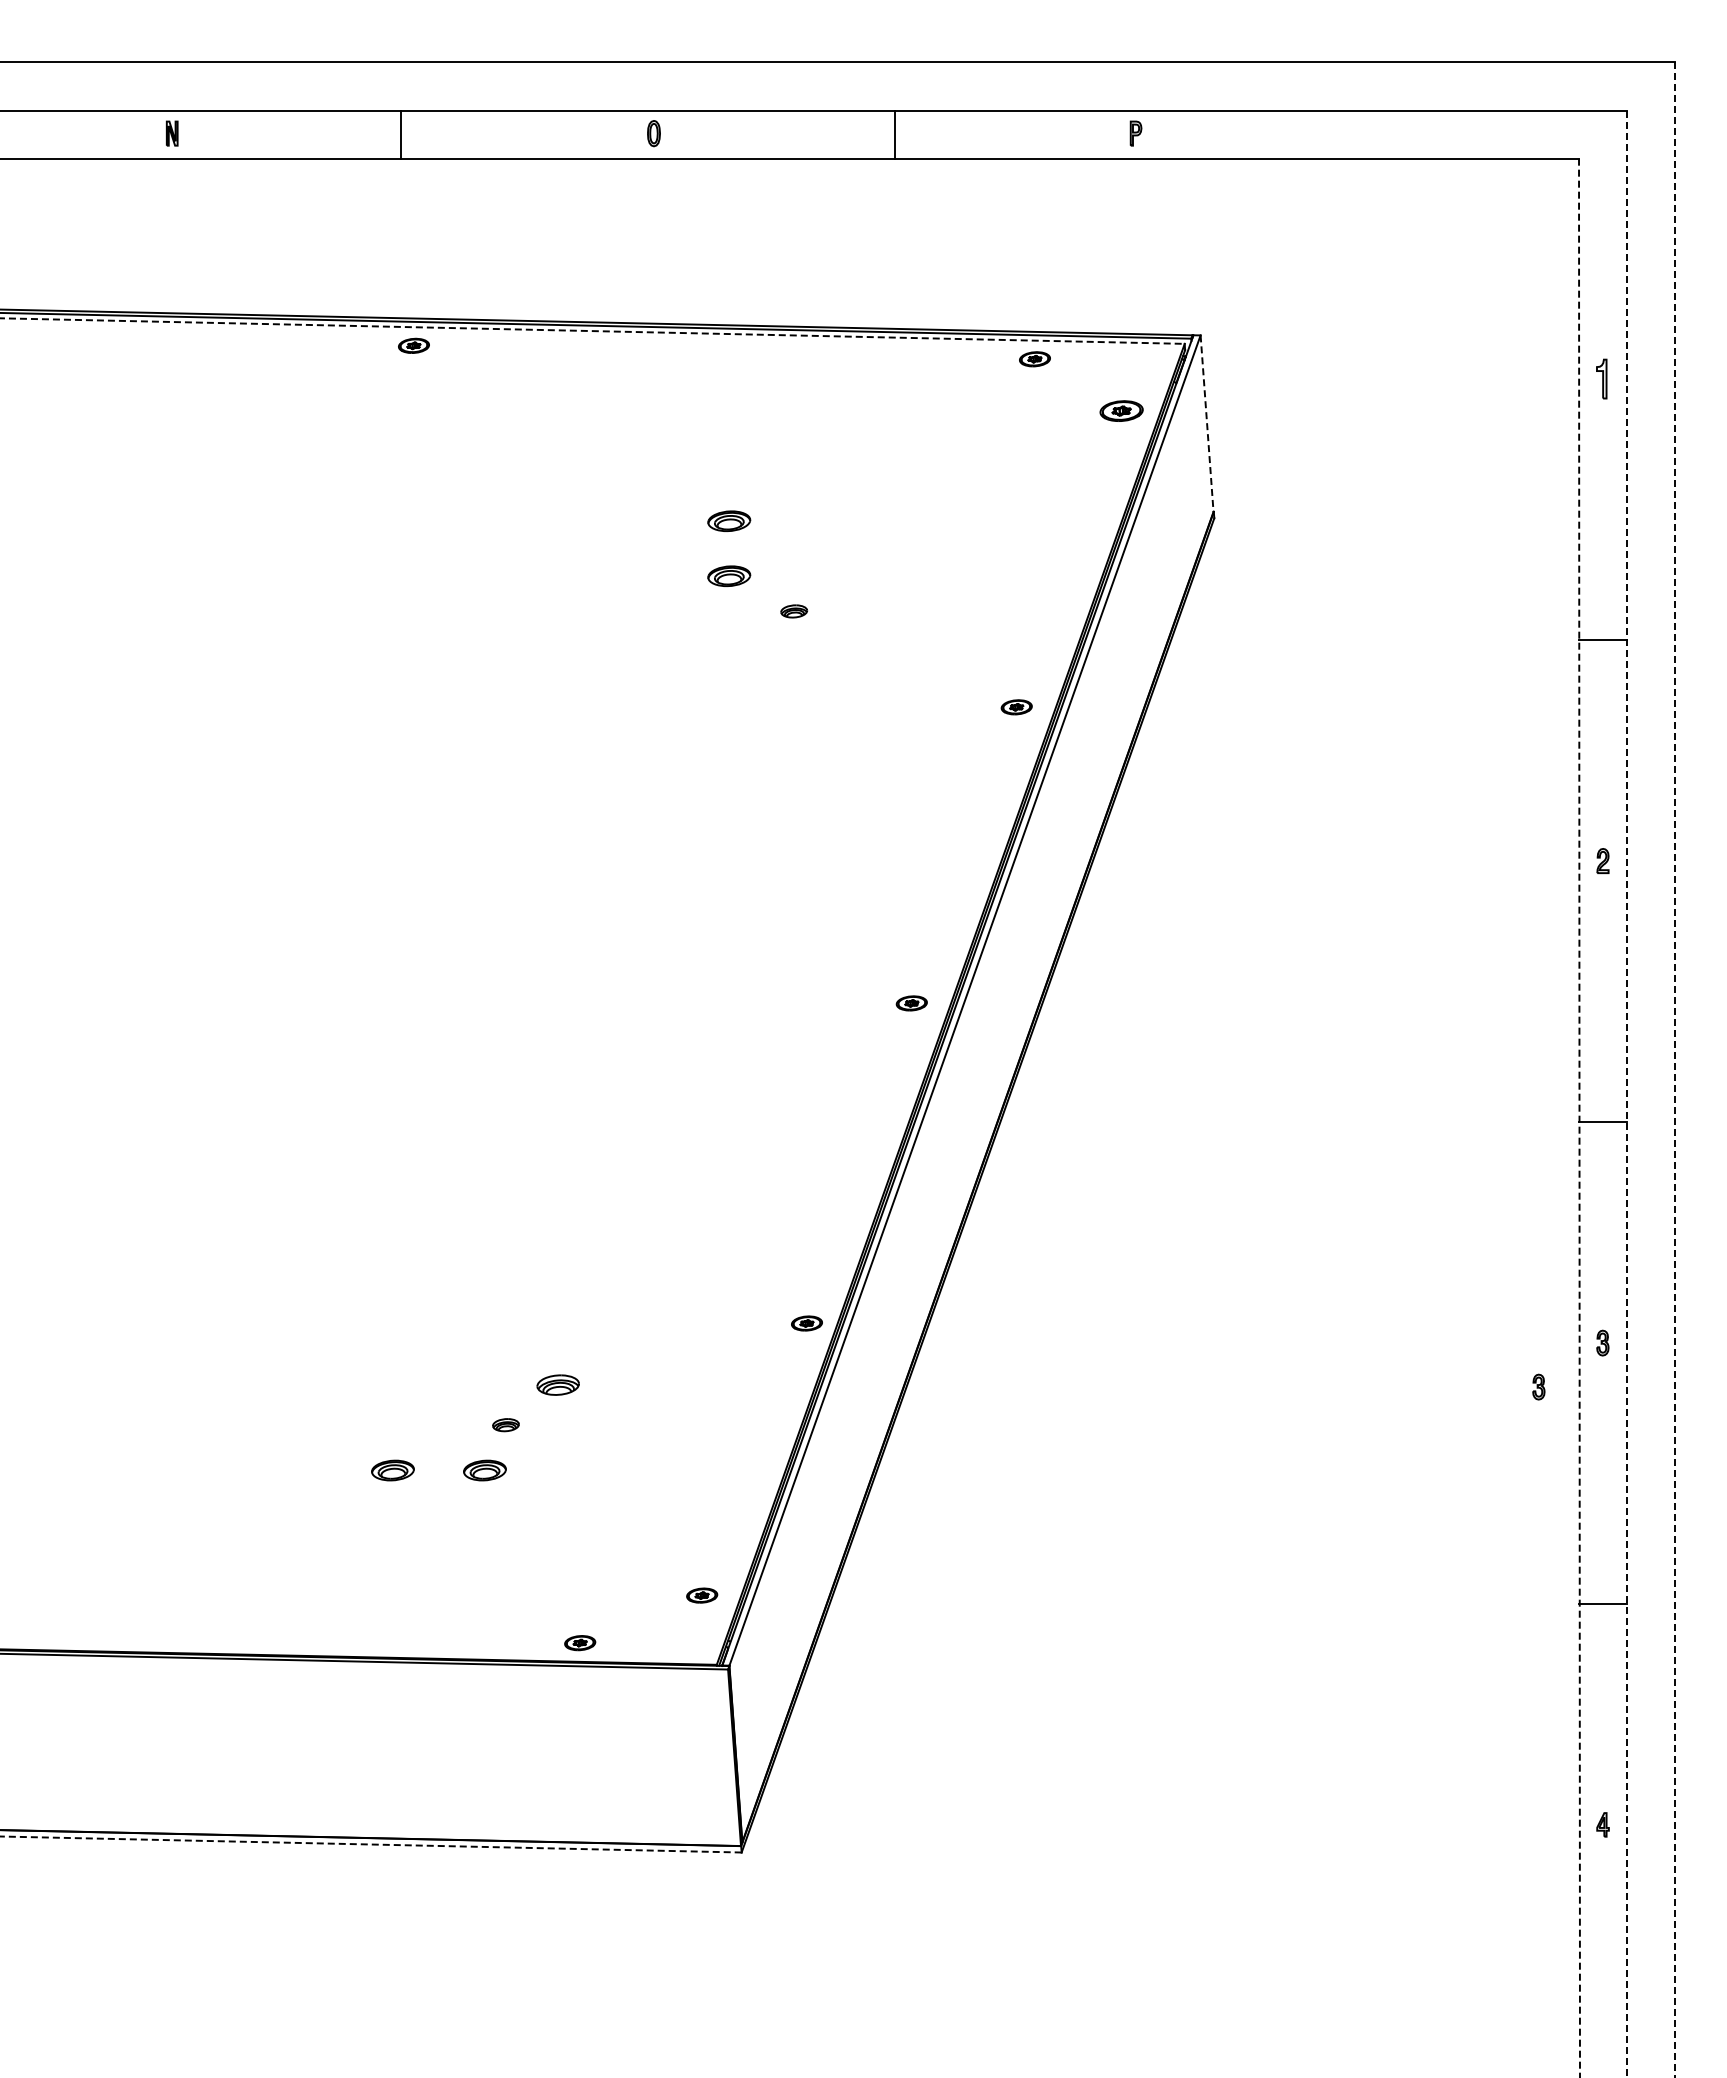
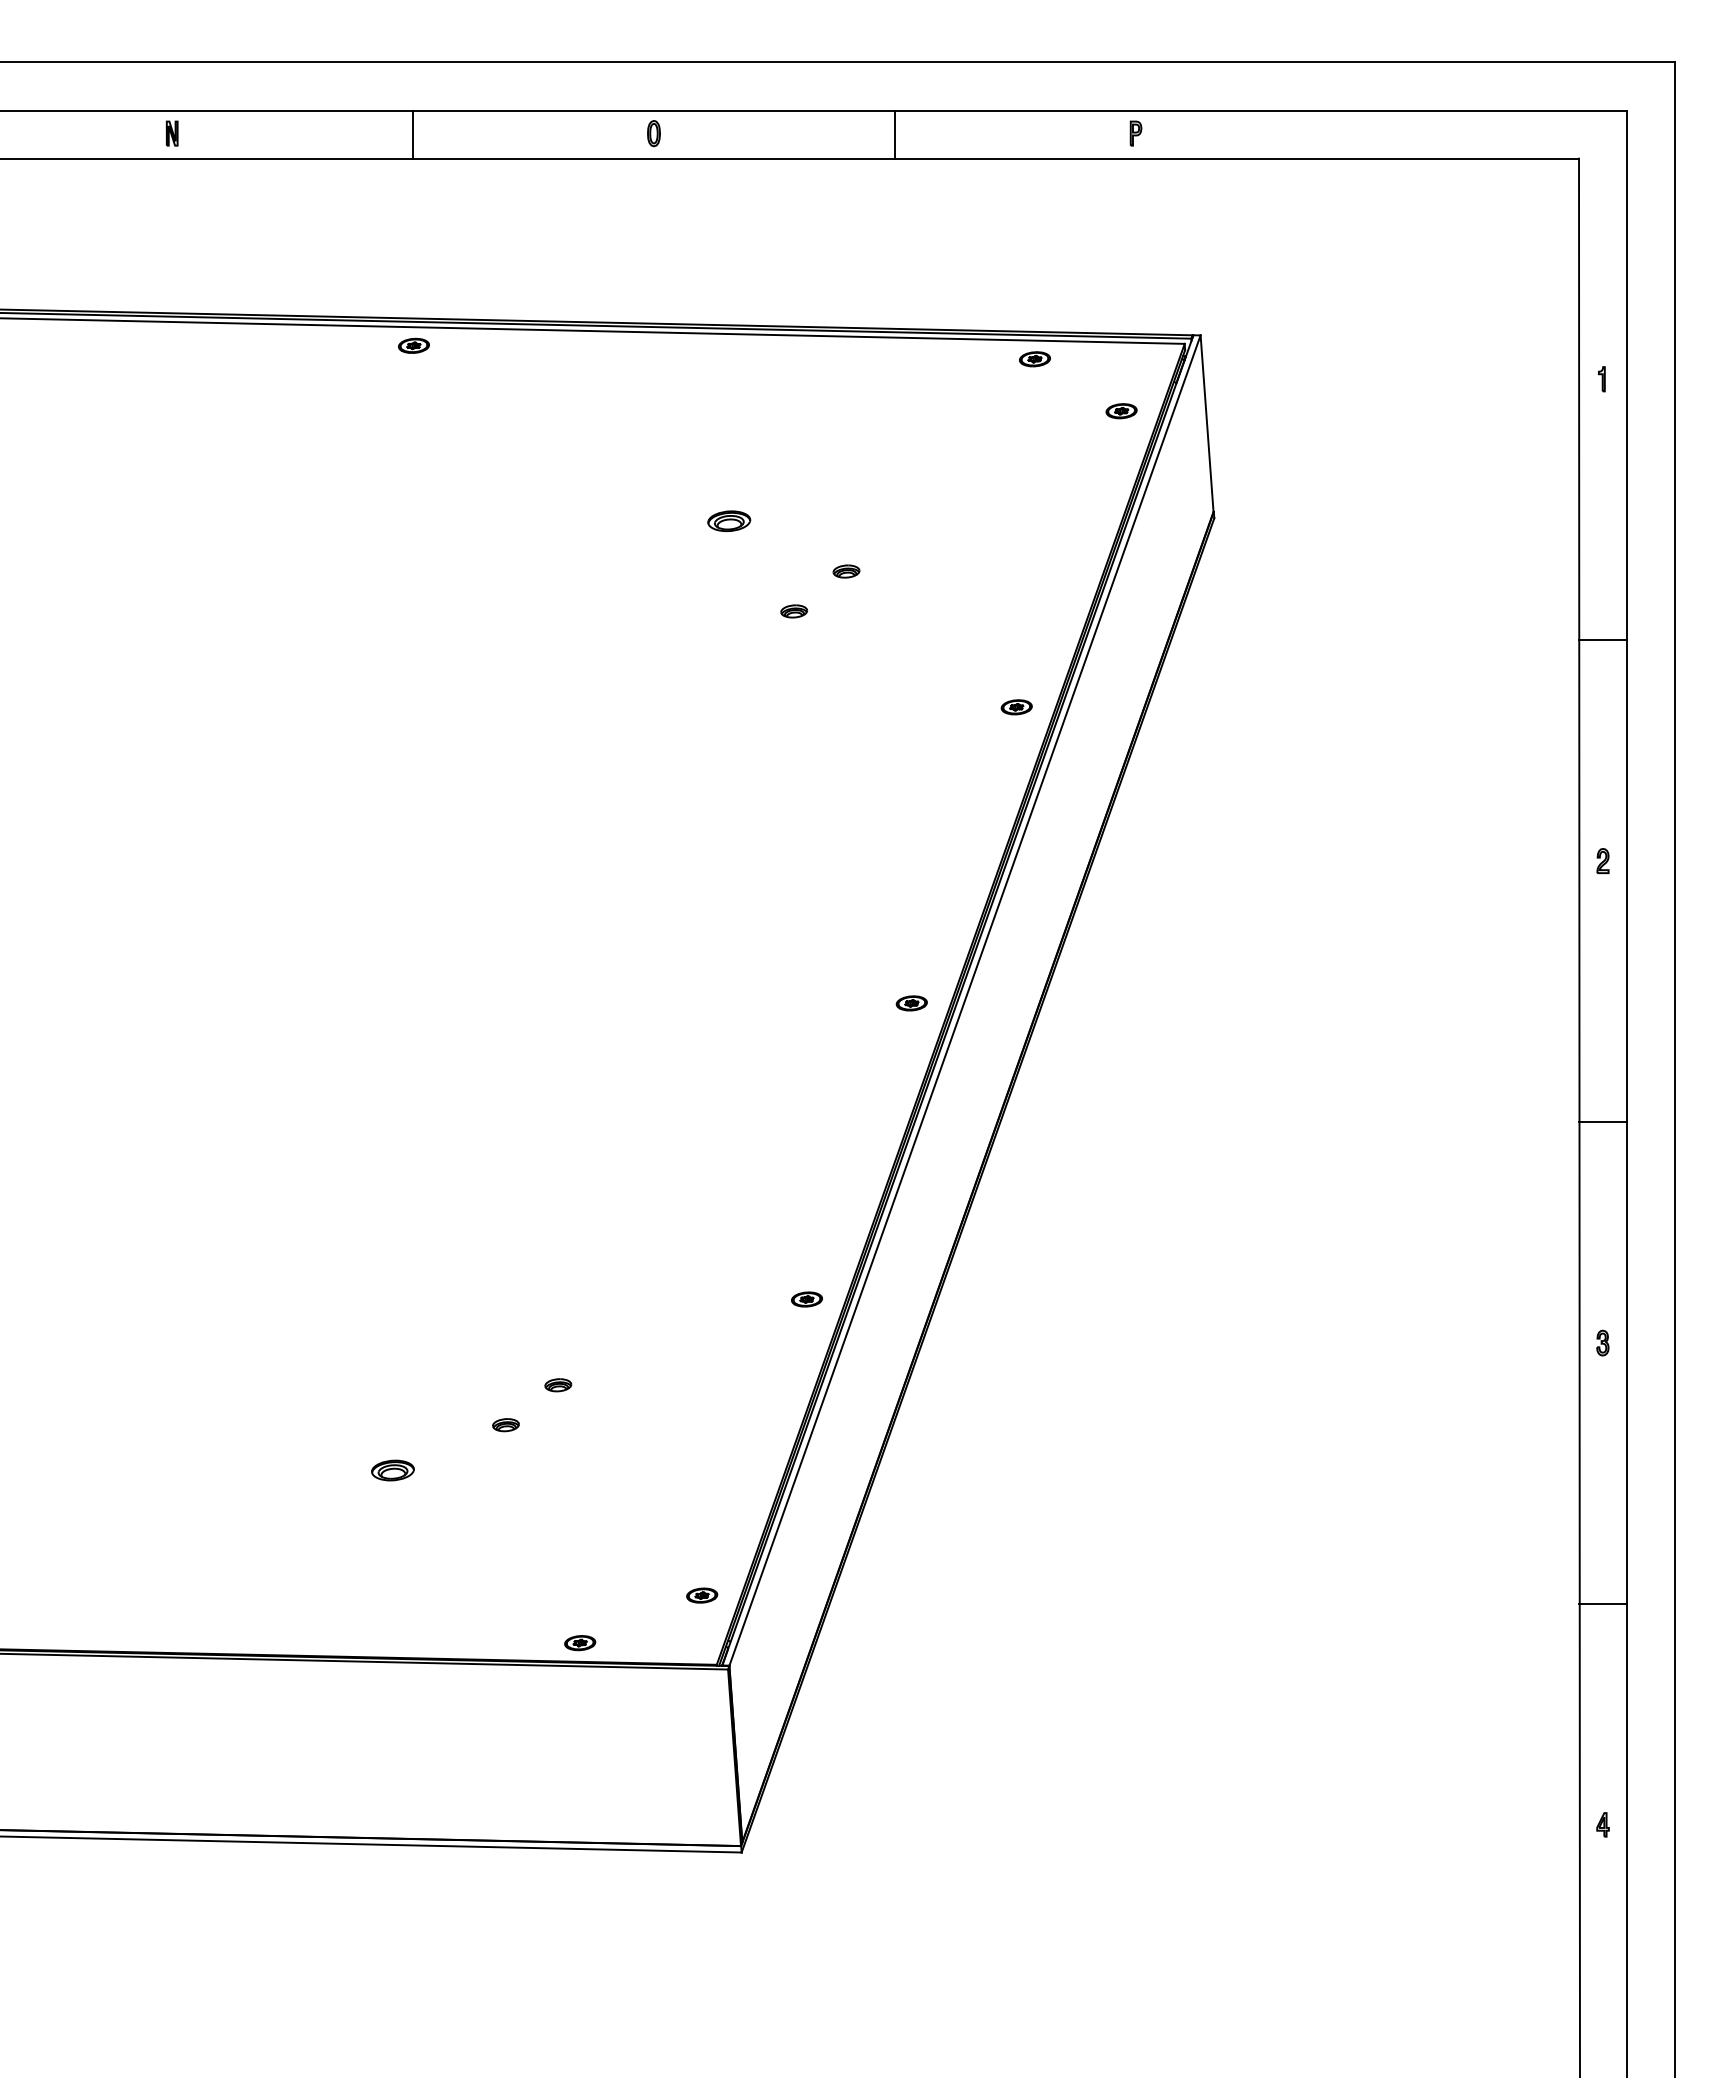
line at (401, 134) position: (401, 134) -> (413, 134)
line at (593, 331): dashed -> solid
part at (1601, 378) size: 12x42 px -> 8x27 px
part at (1121, 410) size: 45x22 px -> 33x17 px
line at (1207, 424): dashed -> solid
part at (846, 571): none -> present
part at (729, 575): present -> none
line at (1675, 1070): dashed -> solid
line at (1627, 1094): dashed -> solid
line at (1579, 1118): dashed -> solid
part at (806, 1323) position: (806, 1323) -> (806, 1299)
part at (557, 1384) size: 44x22 px -> 29x15 px
part at (1538, 1386): present -> none
part at (484, 1470): present -> none
line at (370, 1844): dashed -> solid
